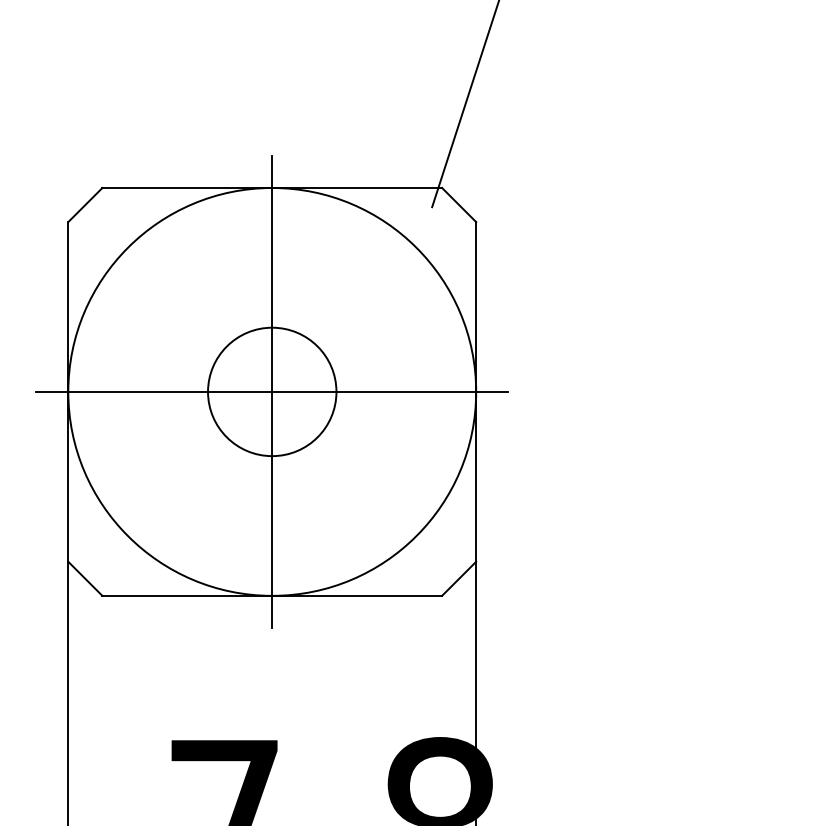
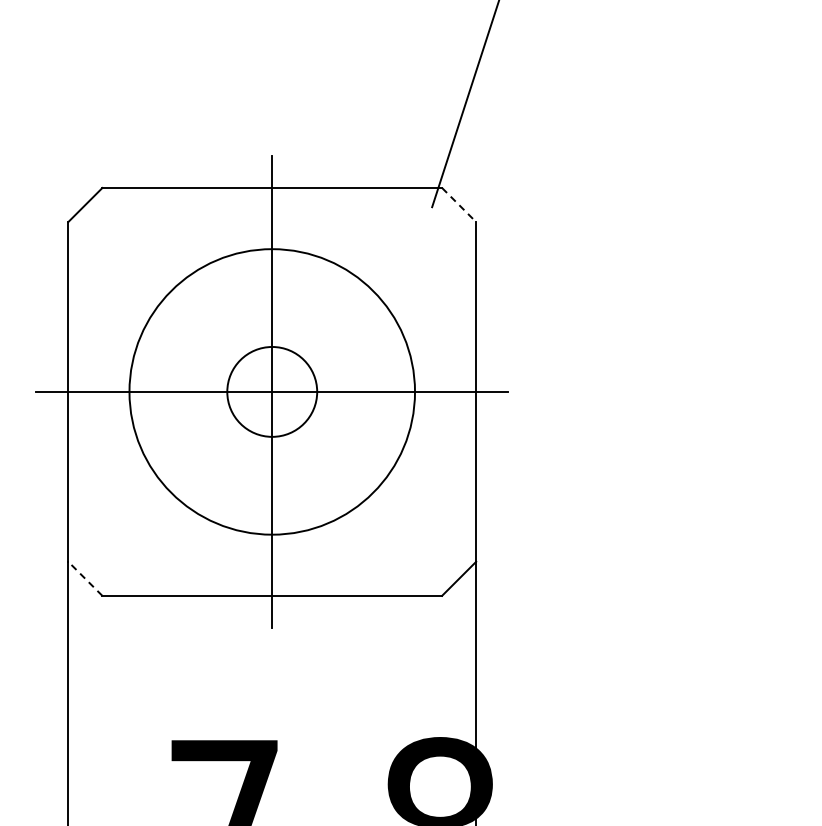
line at (459, 205): solid -> dashed
circle at (272, 391) diameter: 128 px -> 90 px
circle at (272, 391) diameter: 408 px -> 286 px
line at (85, 578): solid -> dashed
